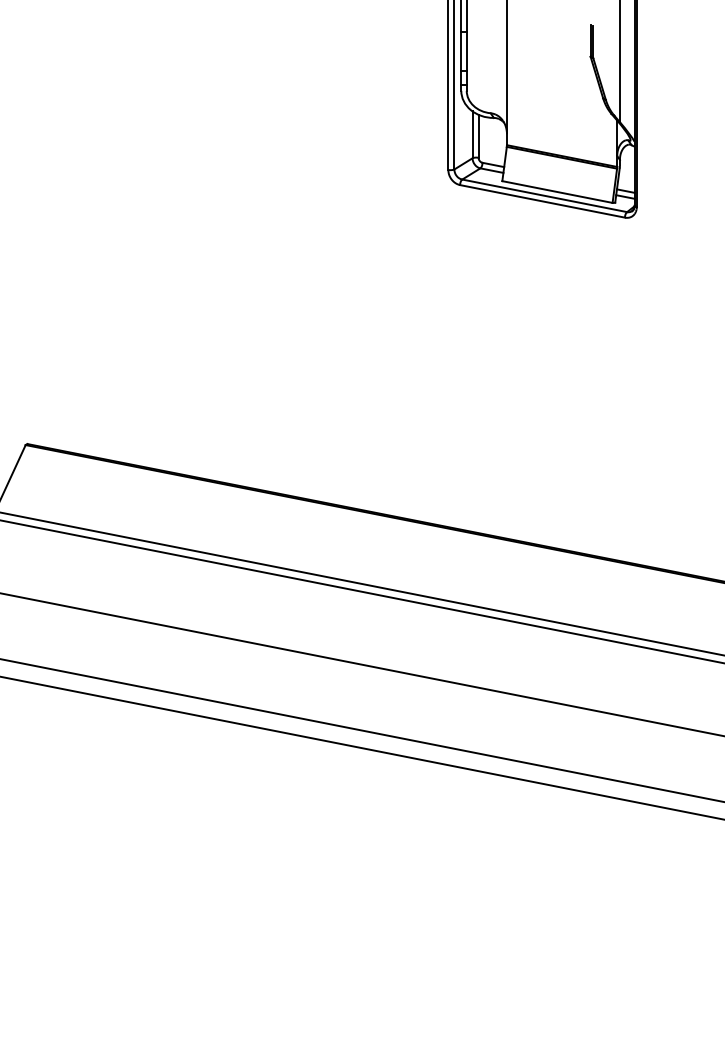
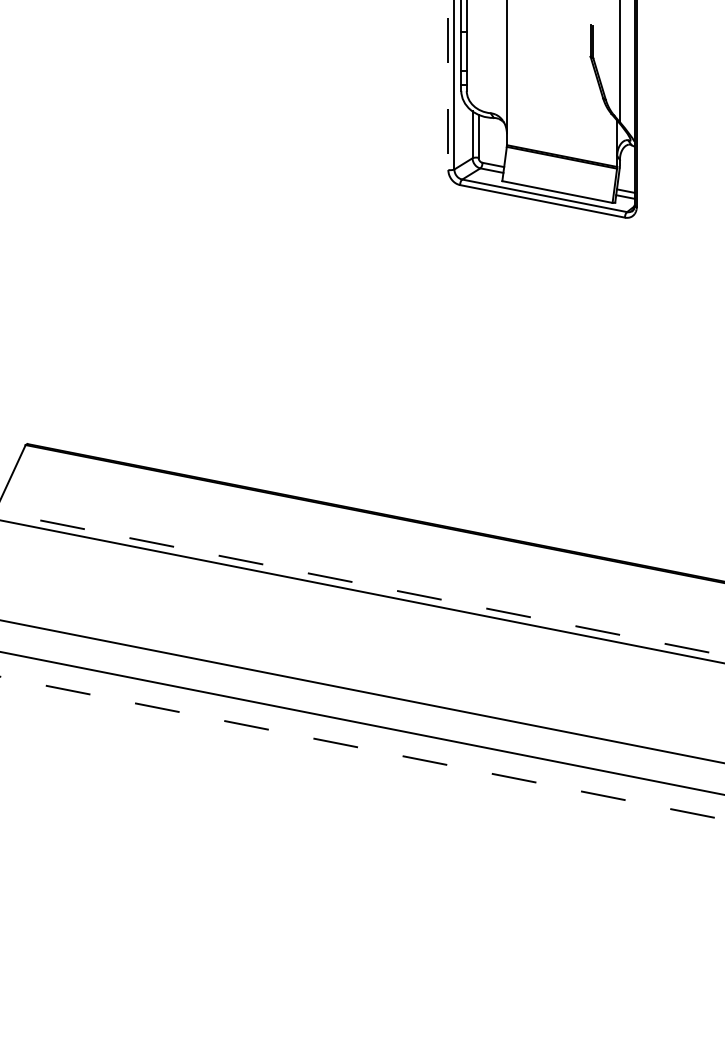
line at (448, 84): solid -> dashed
line at (361, 583): solid -> dashed
line at (361, 664) position: (361, 664) -> (361, 691)
line at (361, 730) position: (361, 730) -> (361, 723)
line at (362, 748): solid -> dashed
